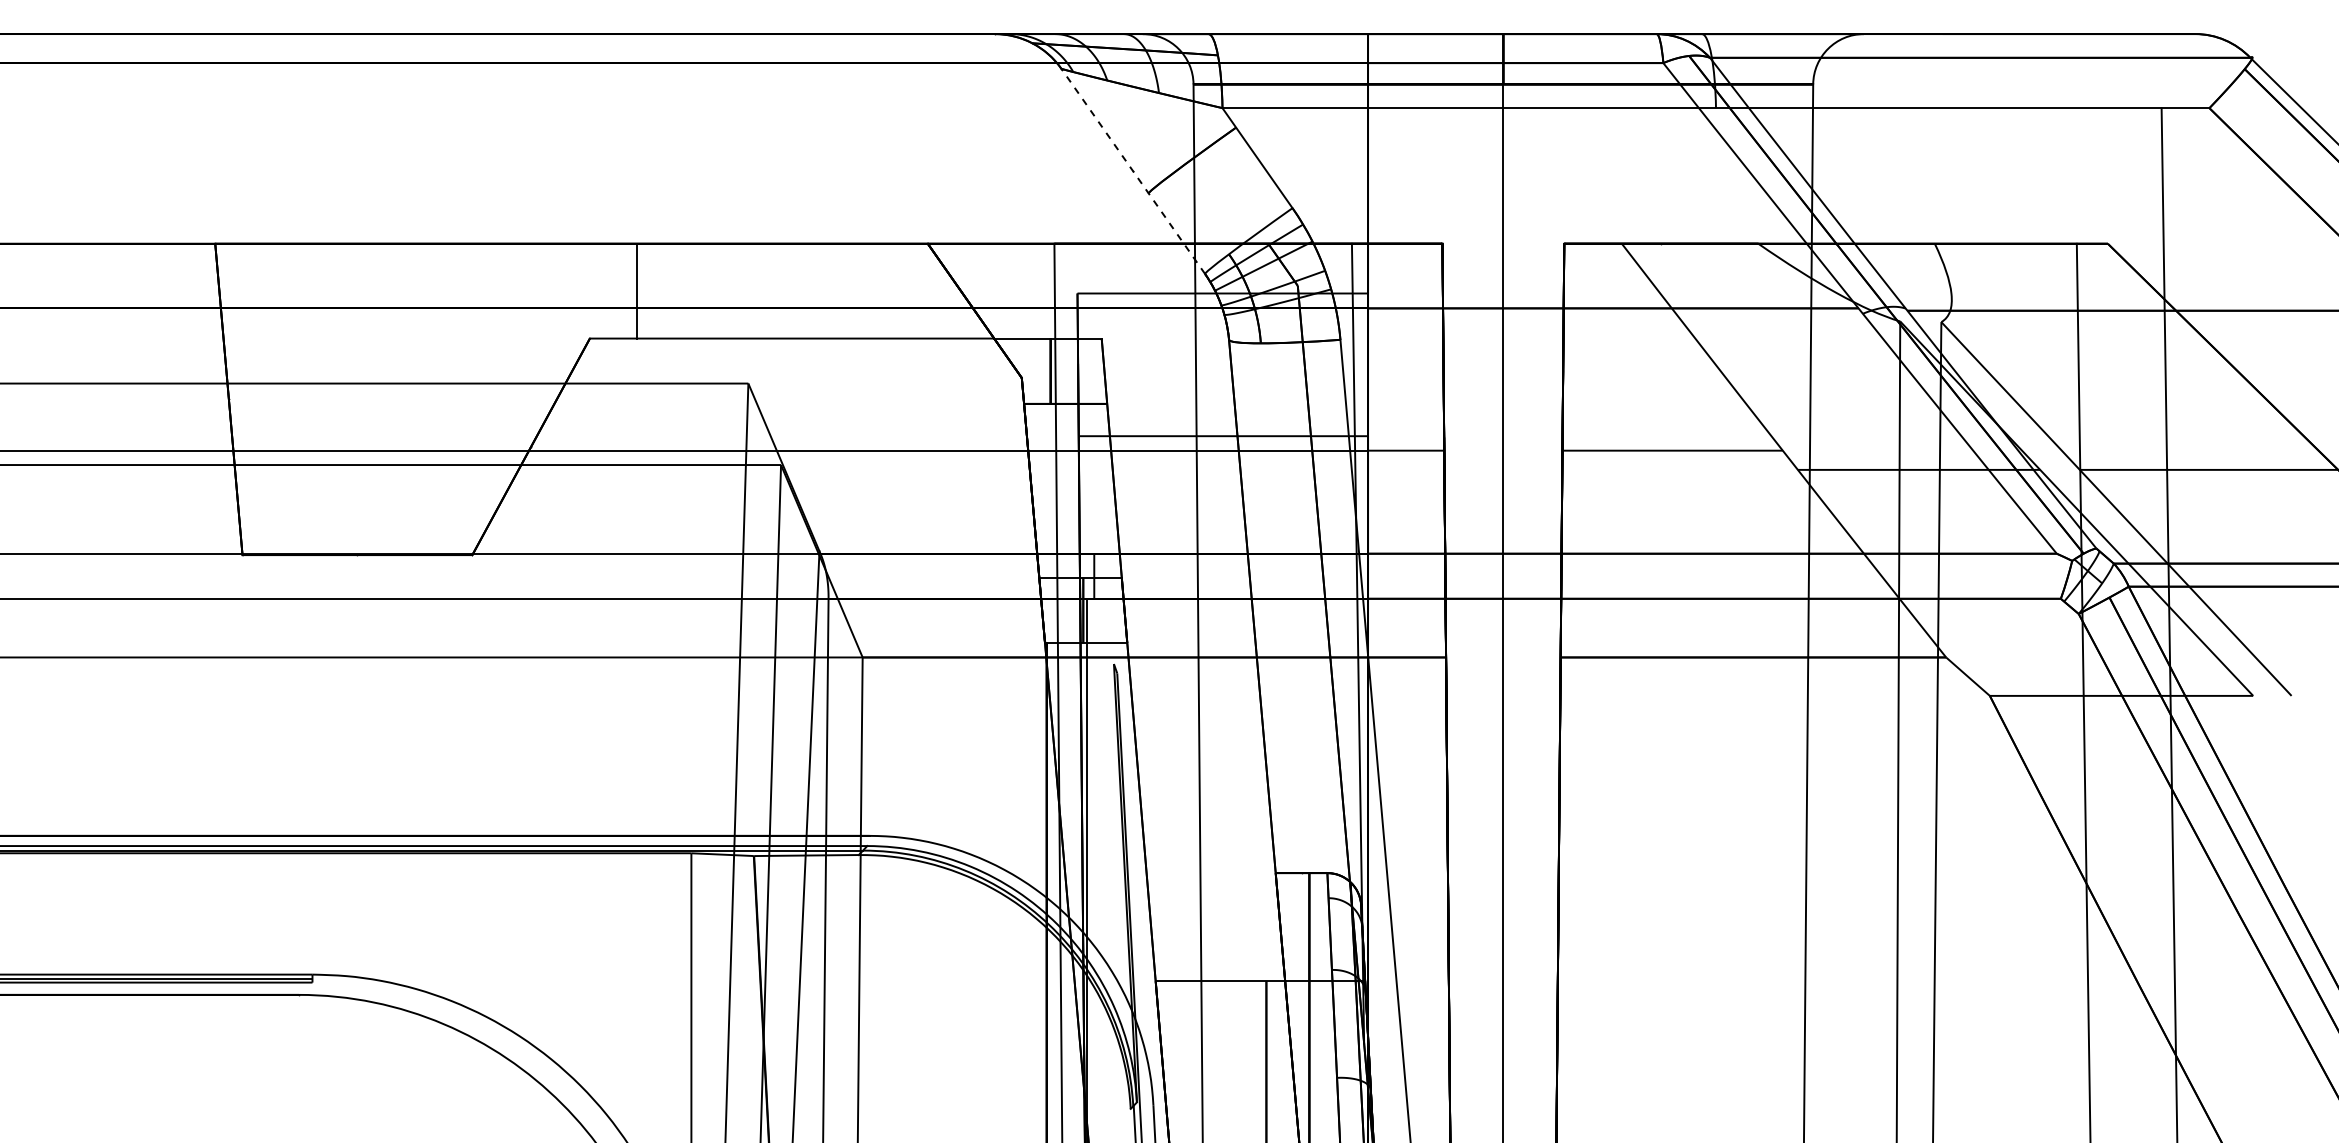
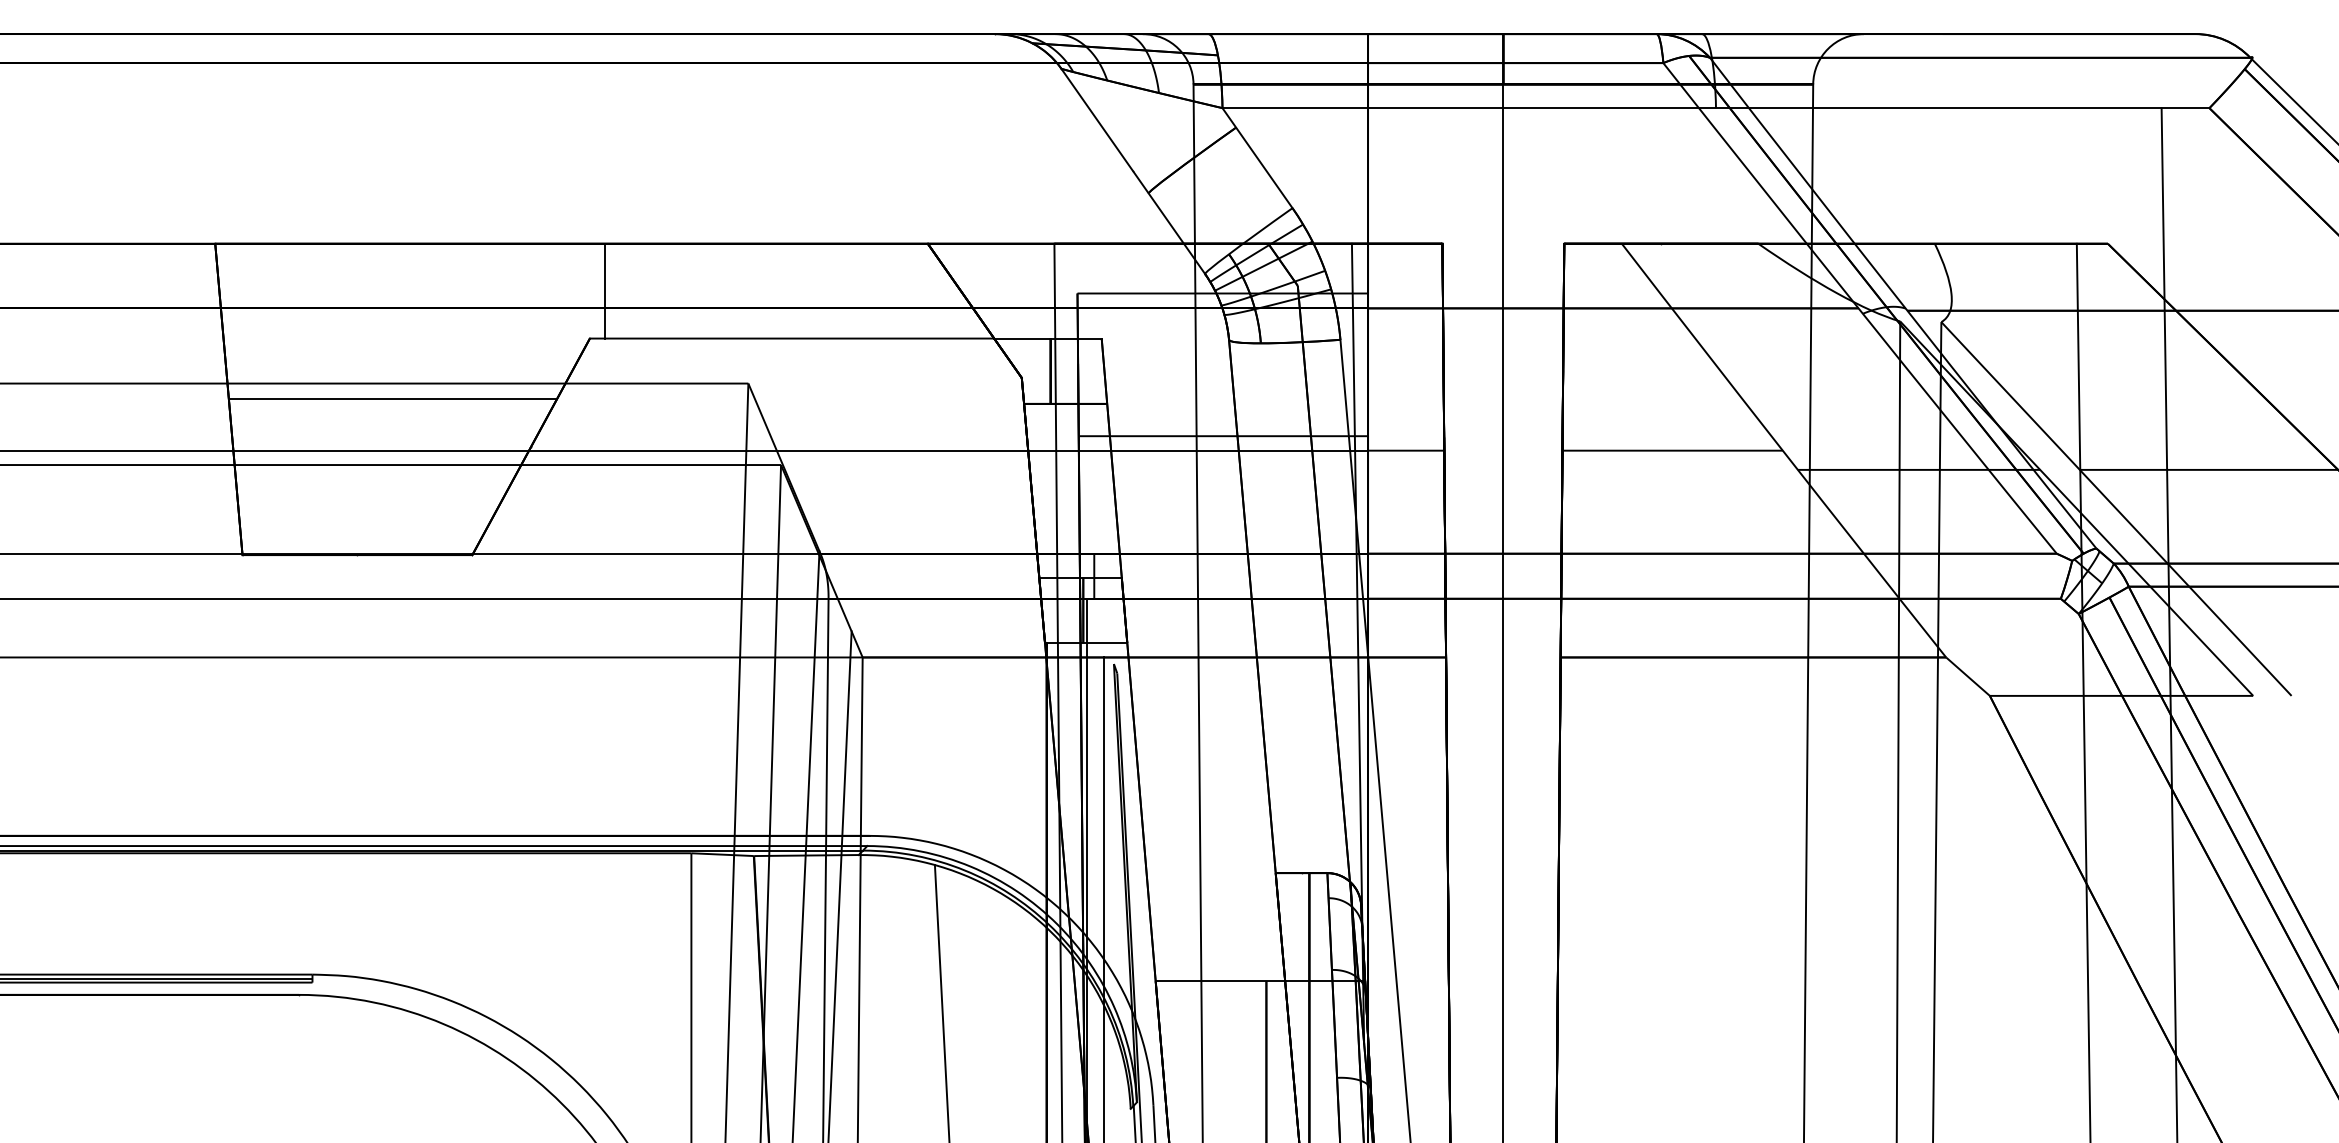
line at (1132, 170): dashed -> solid
line at (636, 290) position: (636, 290) -> (604, 290)
line at (392, 399): none -> present
line at (839, 885): none -> present
line at (1104, 898): none -> present
line at (941, 1002): none -> present
